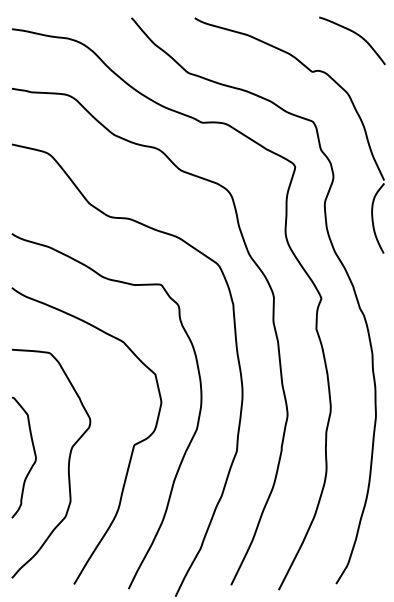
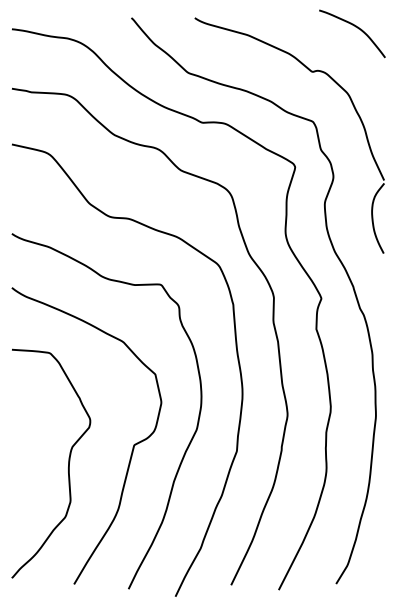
curve at (355, 34) position: (355, 34) -> (355, 27)
curve at (34, 456): present -> none
